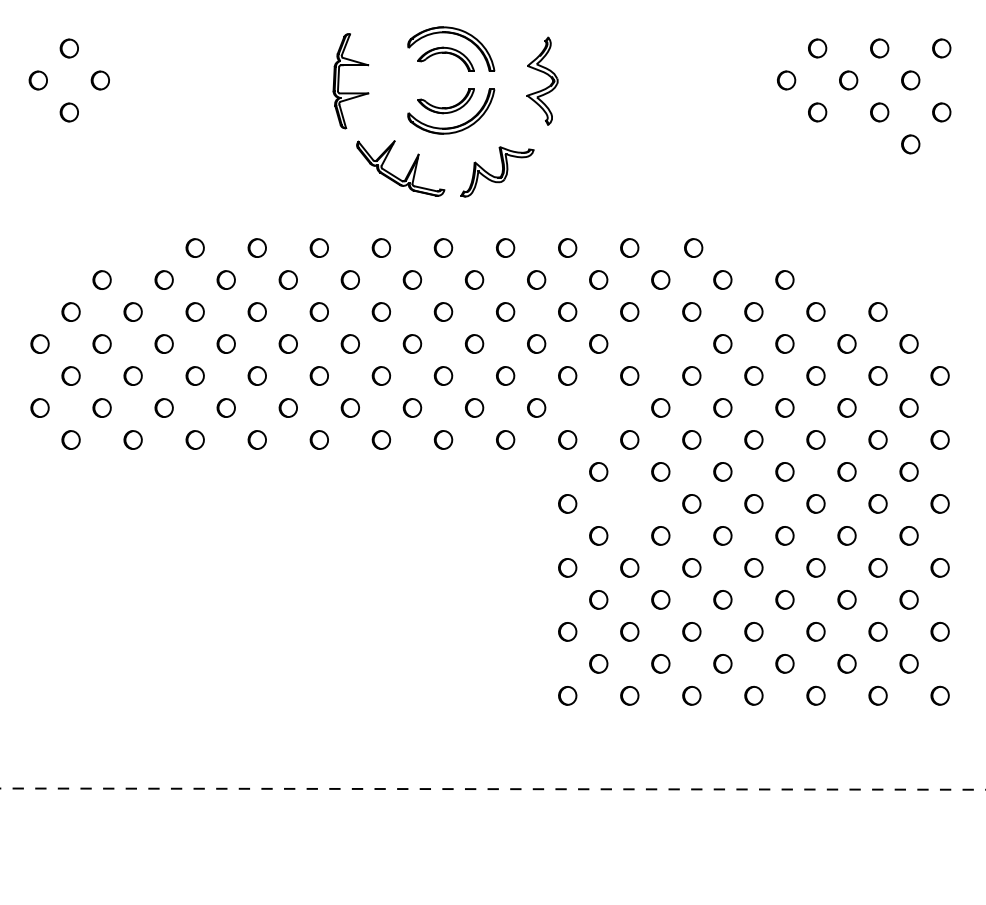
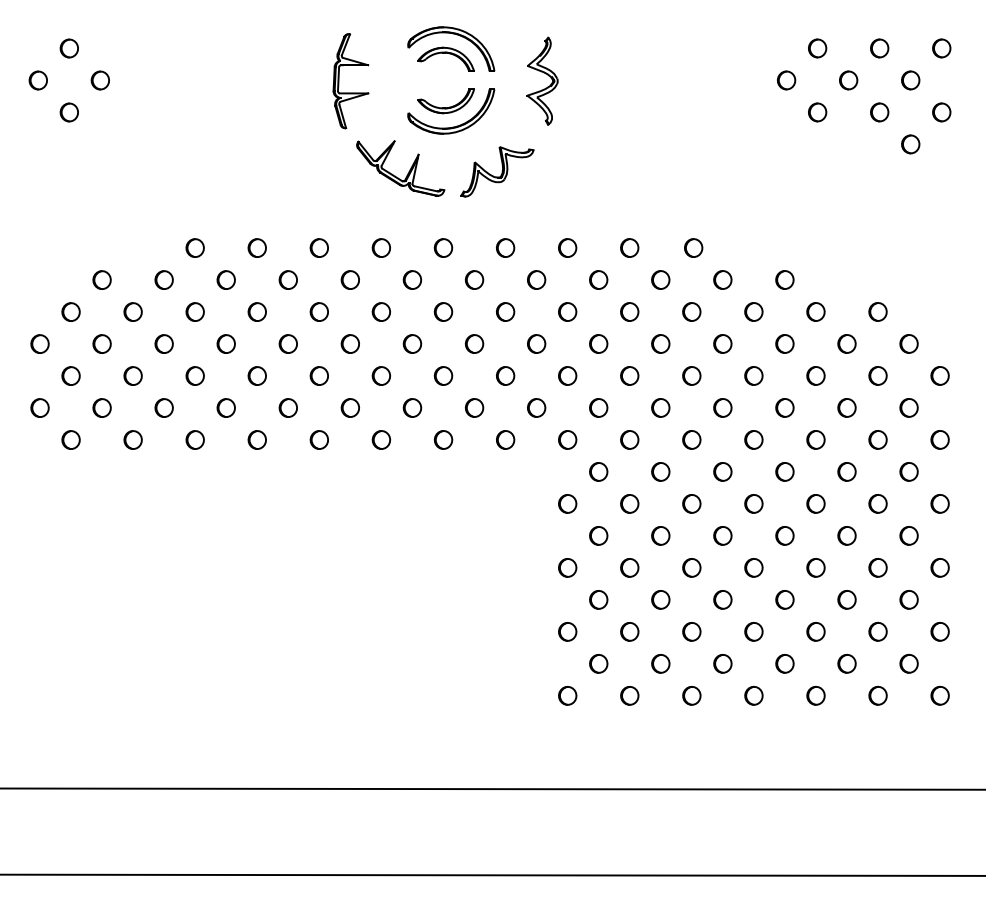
part at (660, 343): none -> present
part at (598, 407): none -> present
part at (629, 503): none -> present
line at (492, 789): dashed -> solid
line at (492, 874): none -> present
